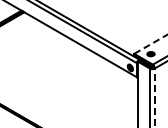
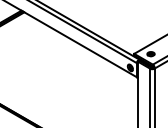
line at (150, 44): dashed -> solid
line at (154, 97): dashed -> solid
